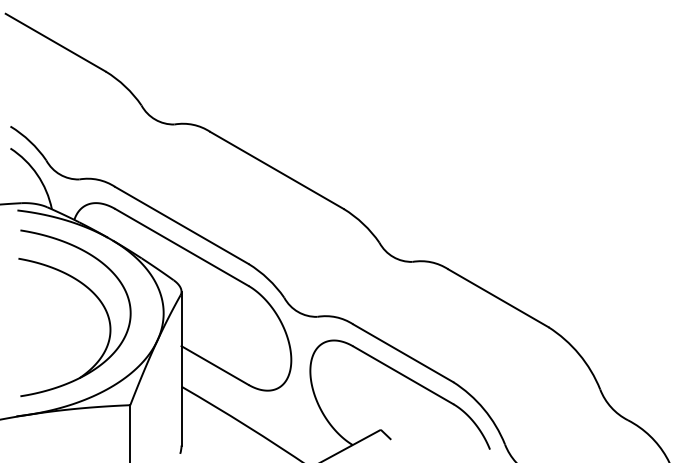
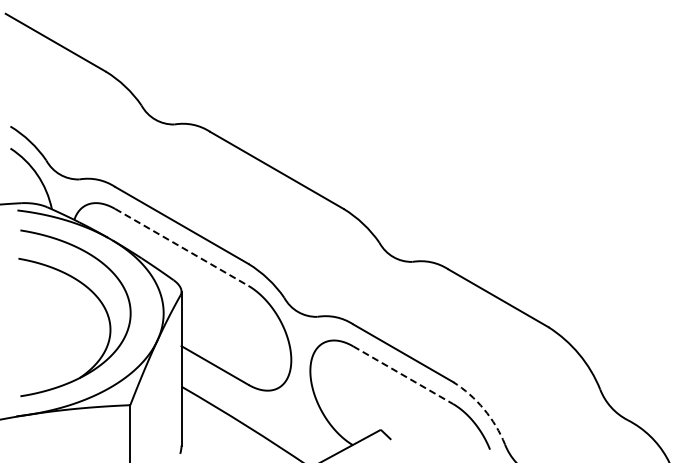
line at (181, 247): solid -> dashed
line at (403, 375): solid -> dashed
arc at (484, 409): solid -> dashed
